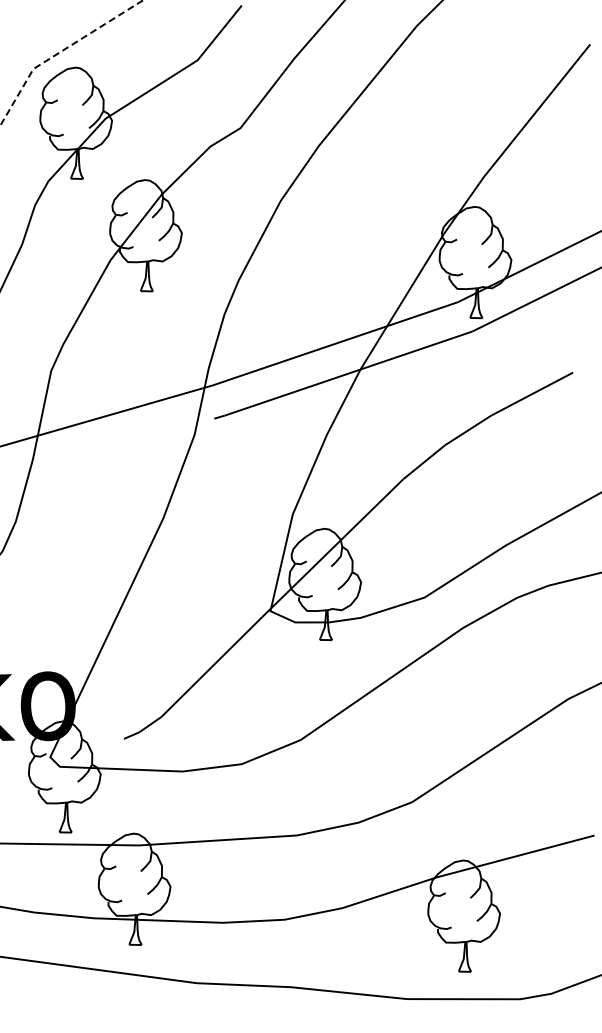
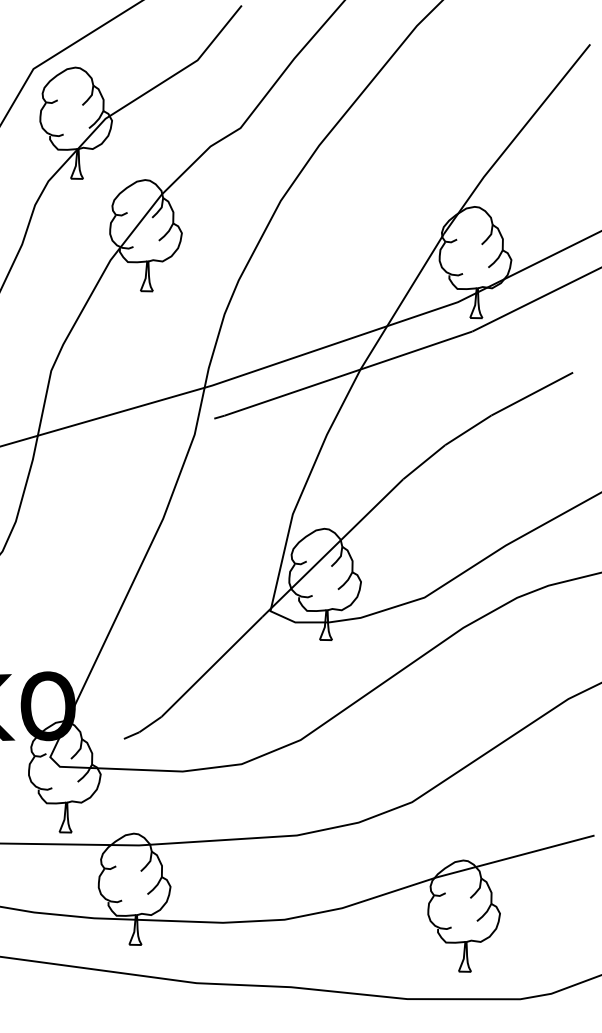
line at (59, 52): dashed -> solid
